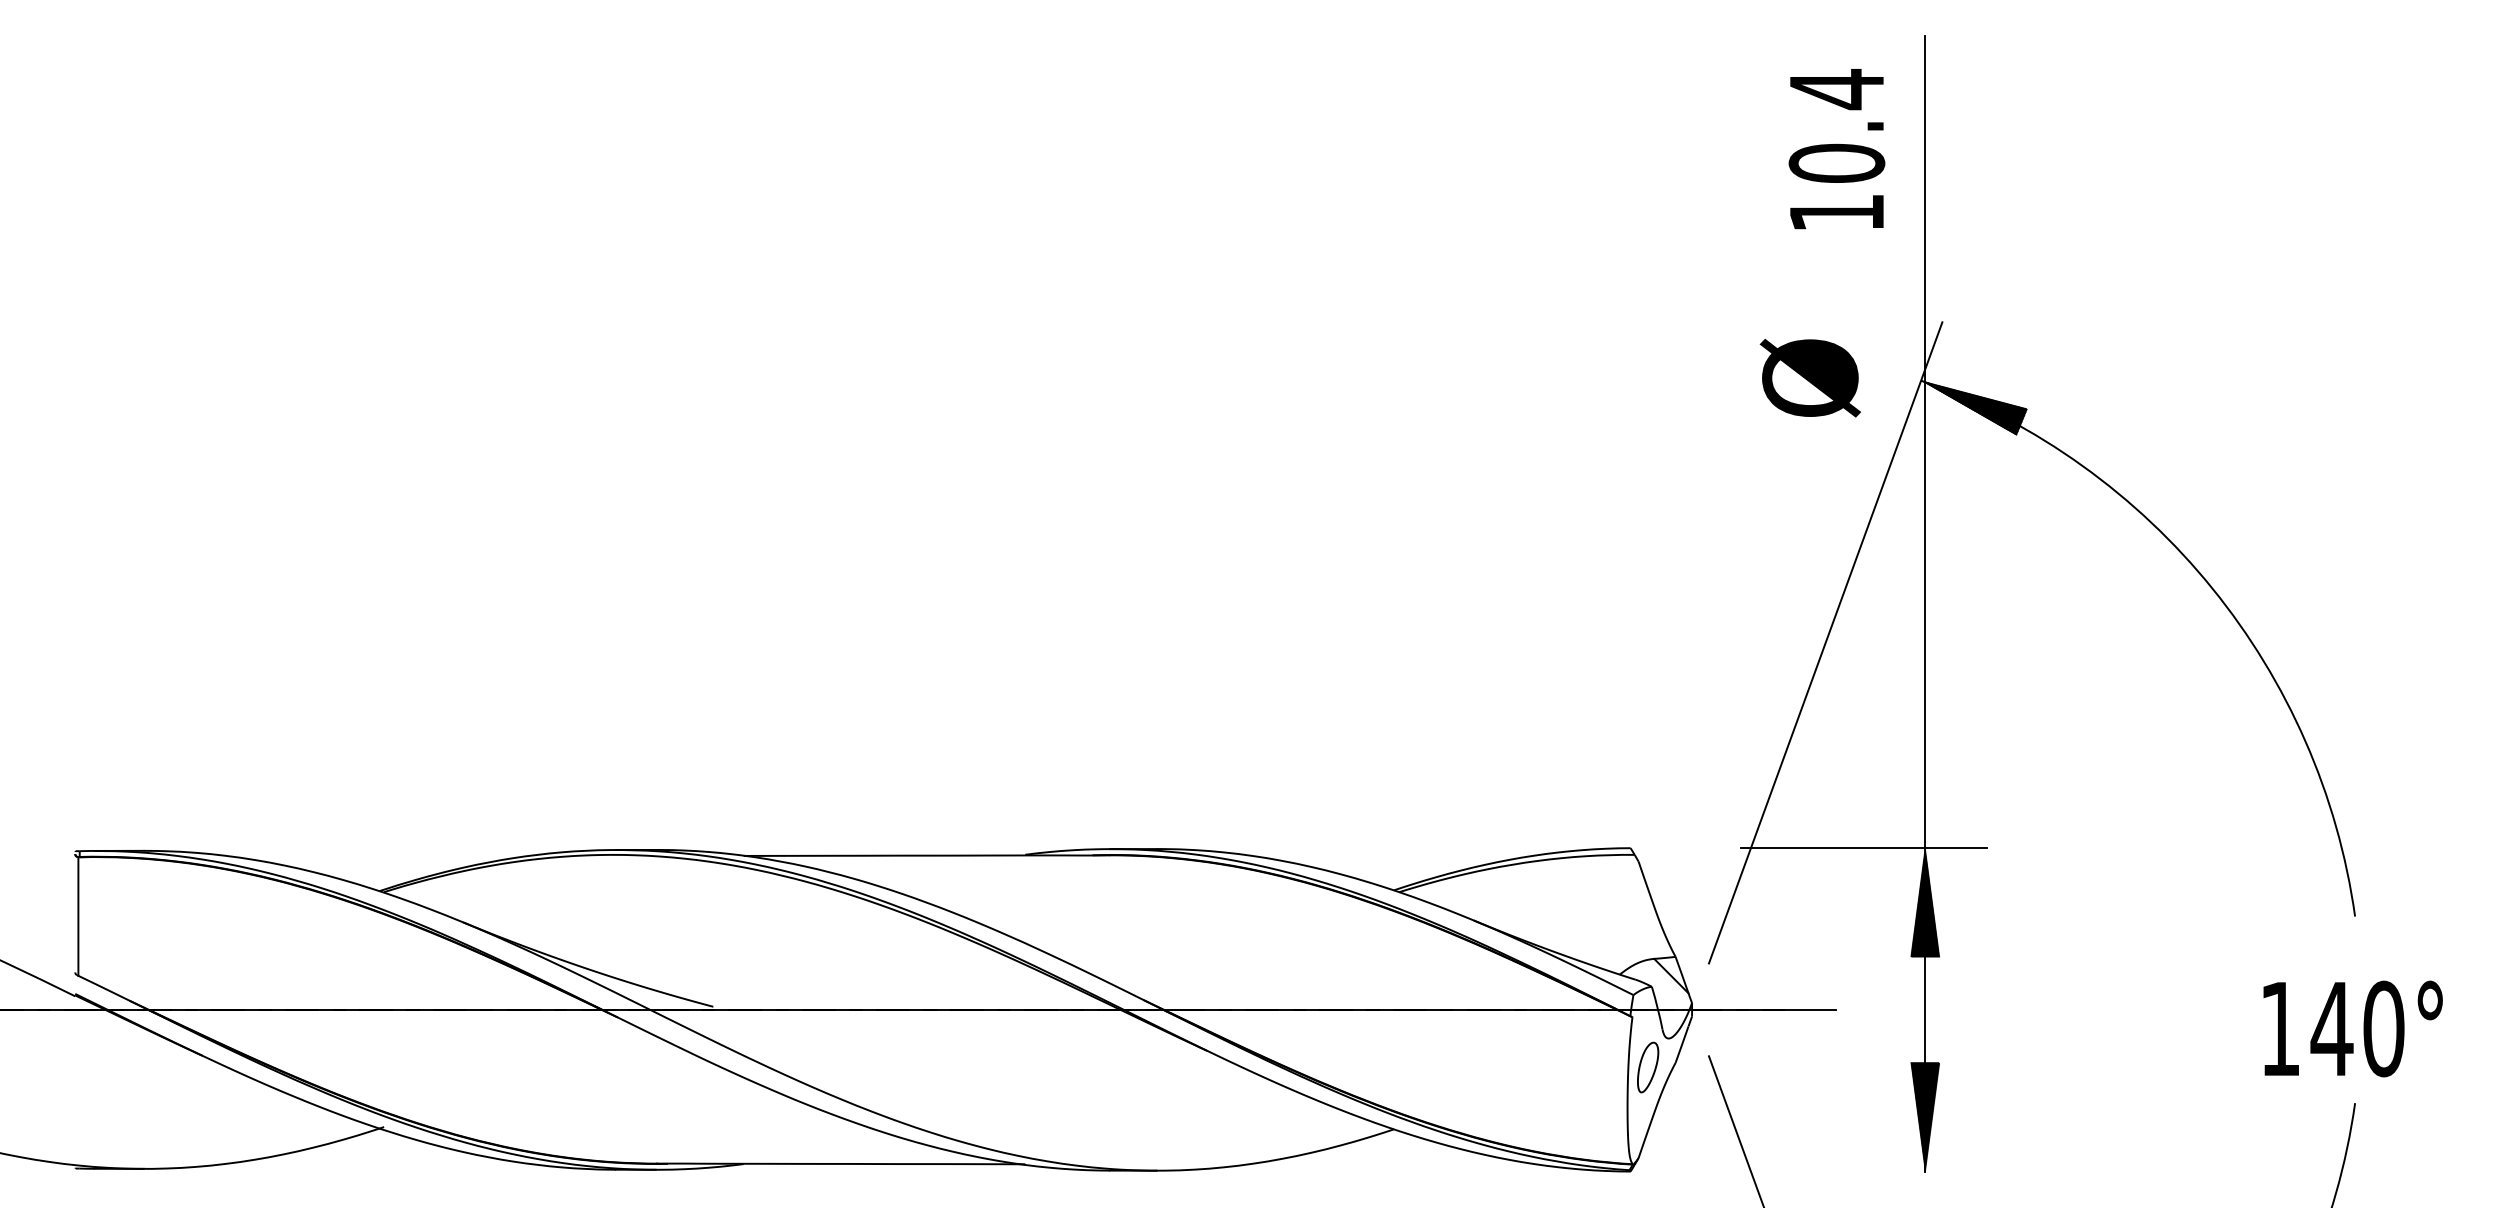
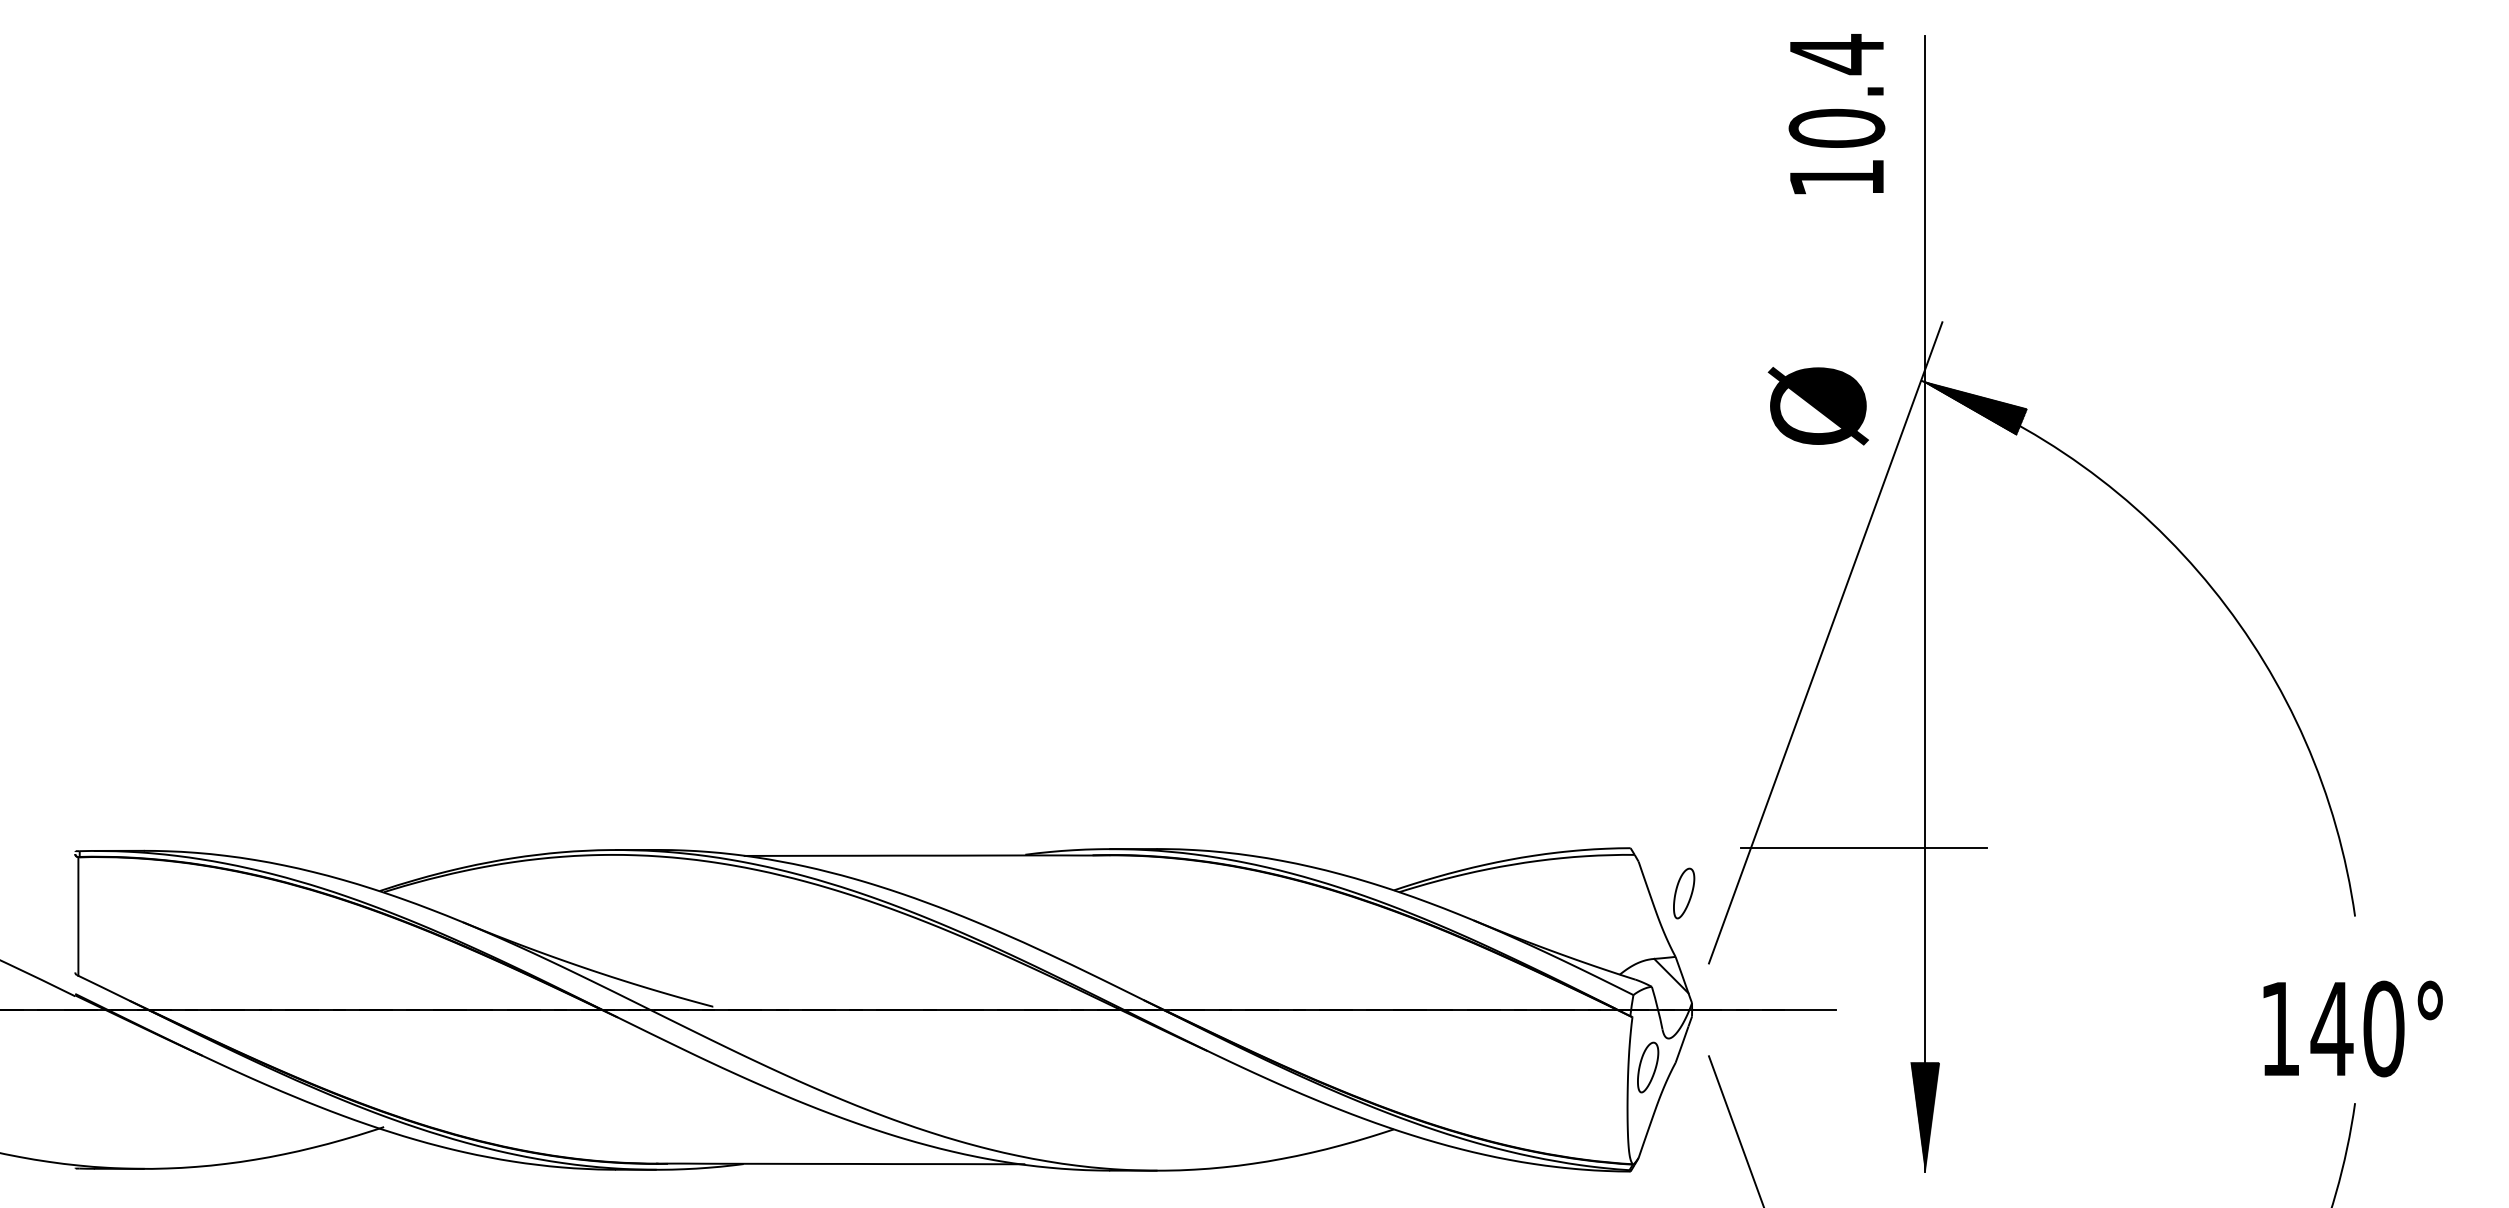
text at (1836, 149) position: (1836, 149) -> (1836, 114)
text at (1809, 378) position: (1809, 378) -> (1817, 406)
part at (1684, 893): none -> present
hatch at (1924, 902): present -> none
